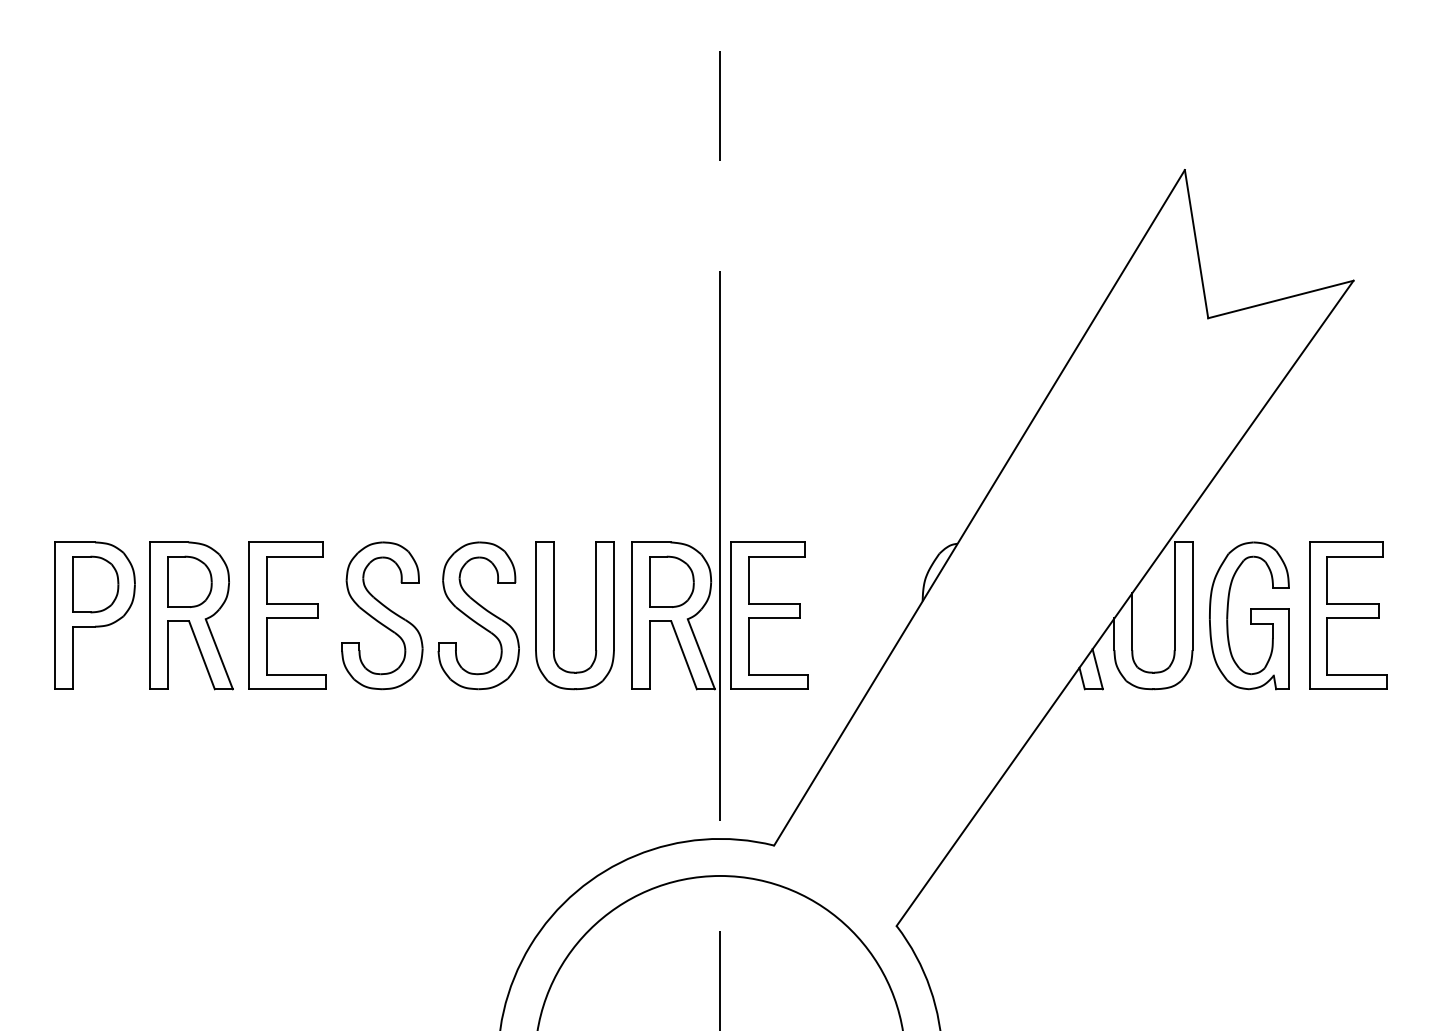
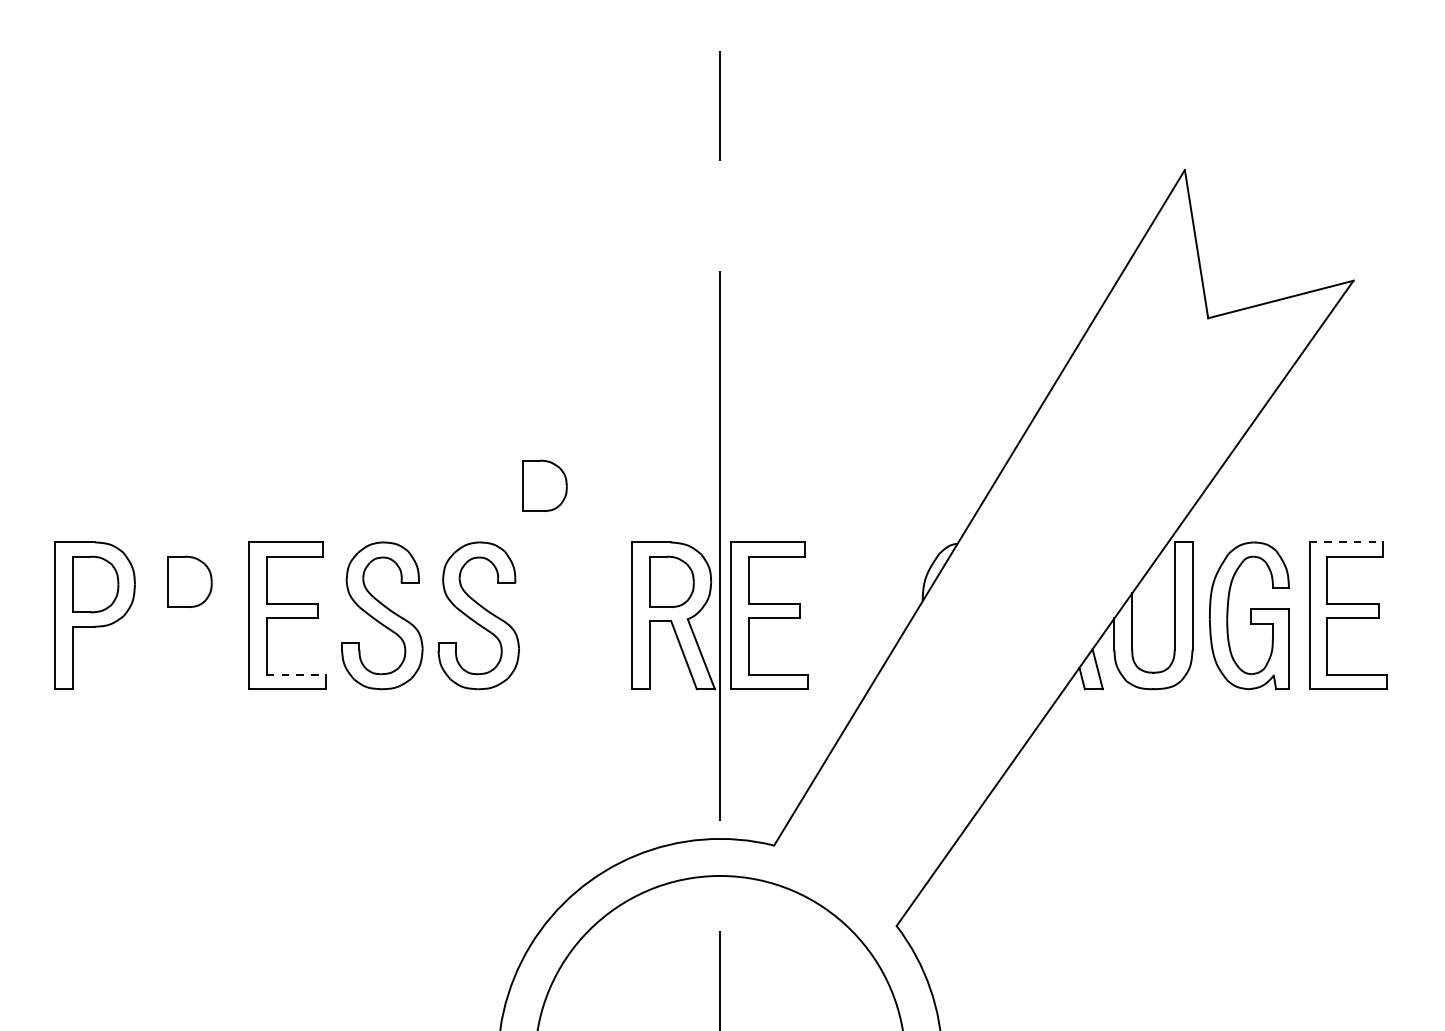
part at (544, 485): none -> present
line at (1346, 542): solid -> dashed
part at (191, 615): present -> none
part at (554, 615): present -> none
line at (296, 674): solid -> dashed
